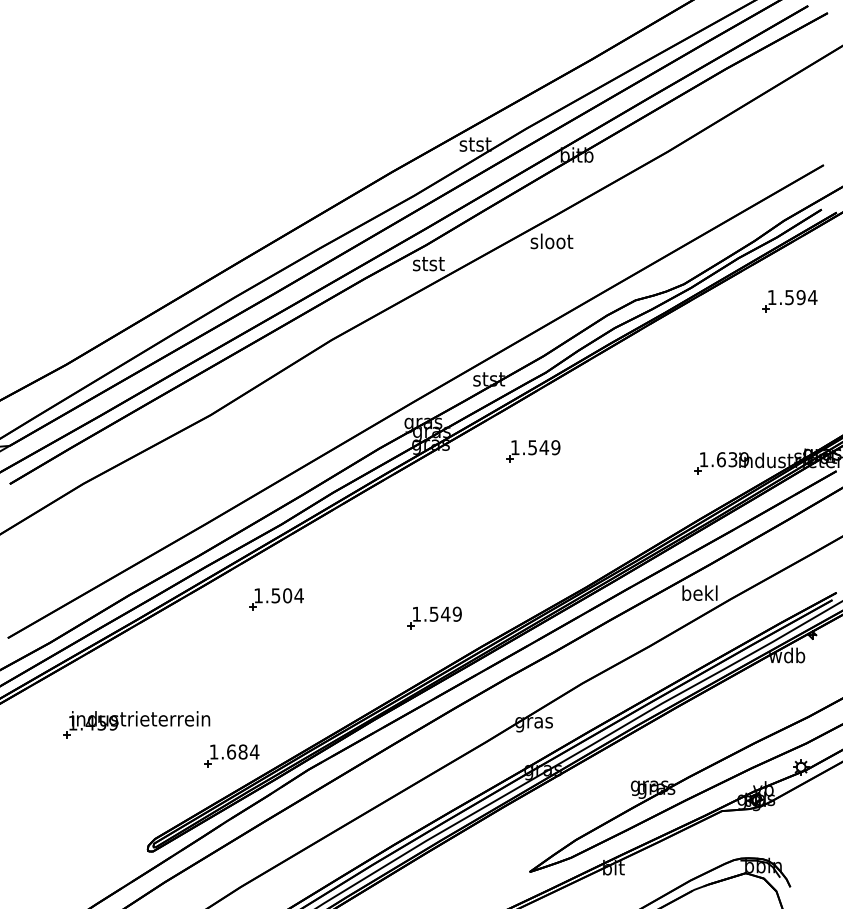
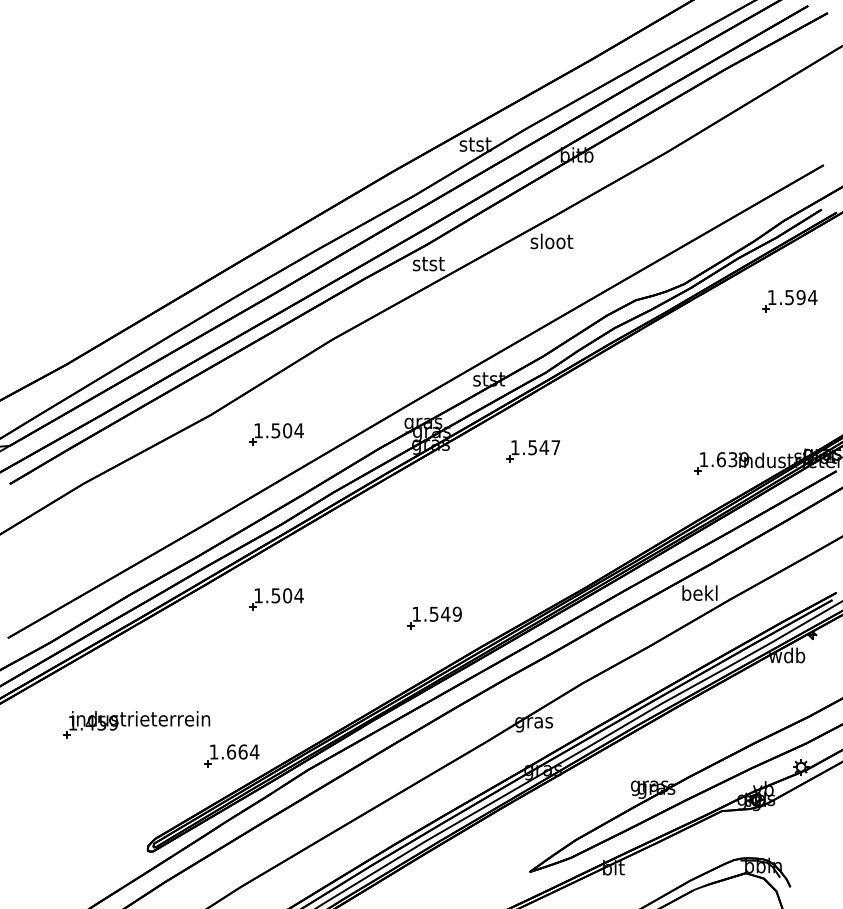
part at (276, 434): none -> present
text at (555, 447): 1.549 -> 1.547
text at (242, 751): 1.684 -> 1.664
